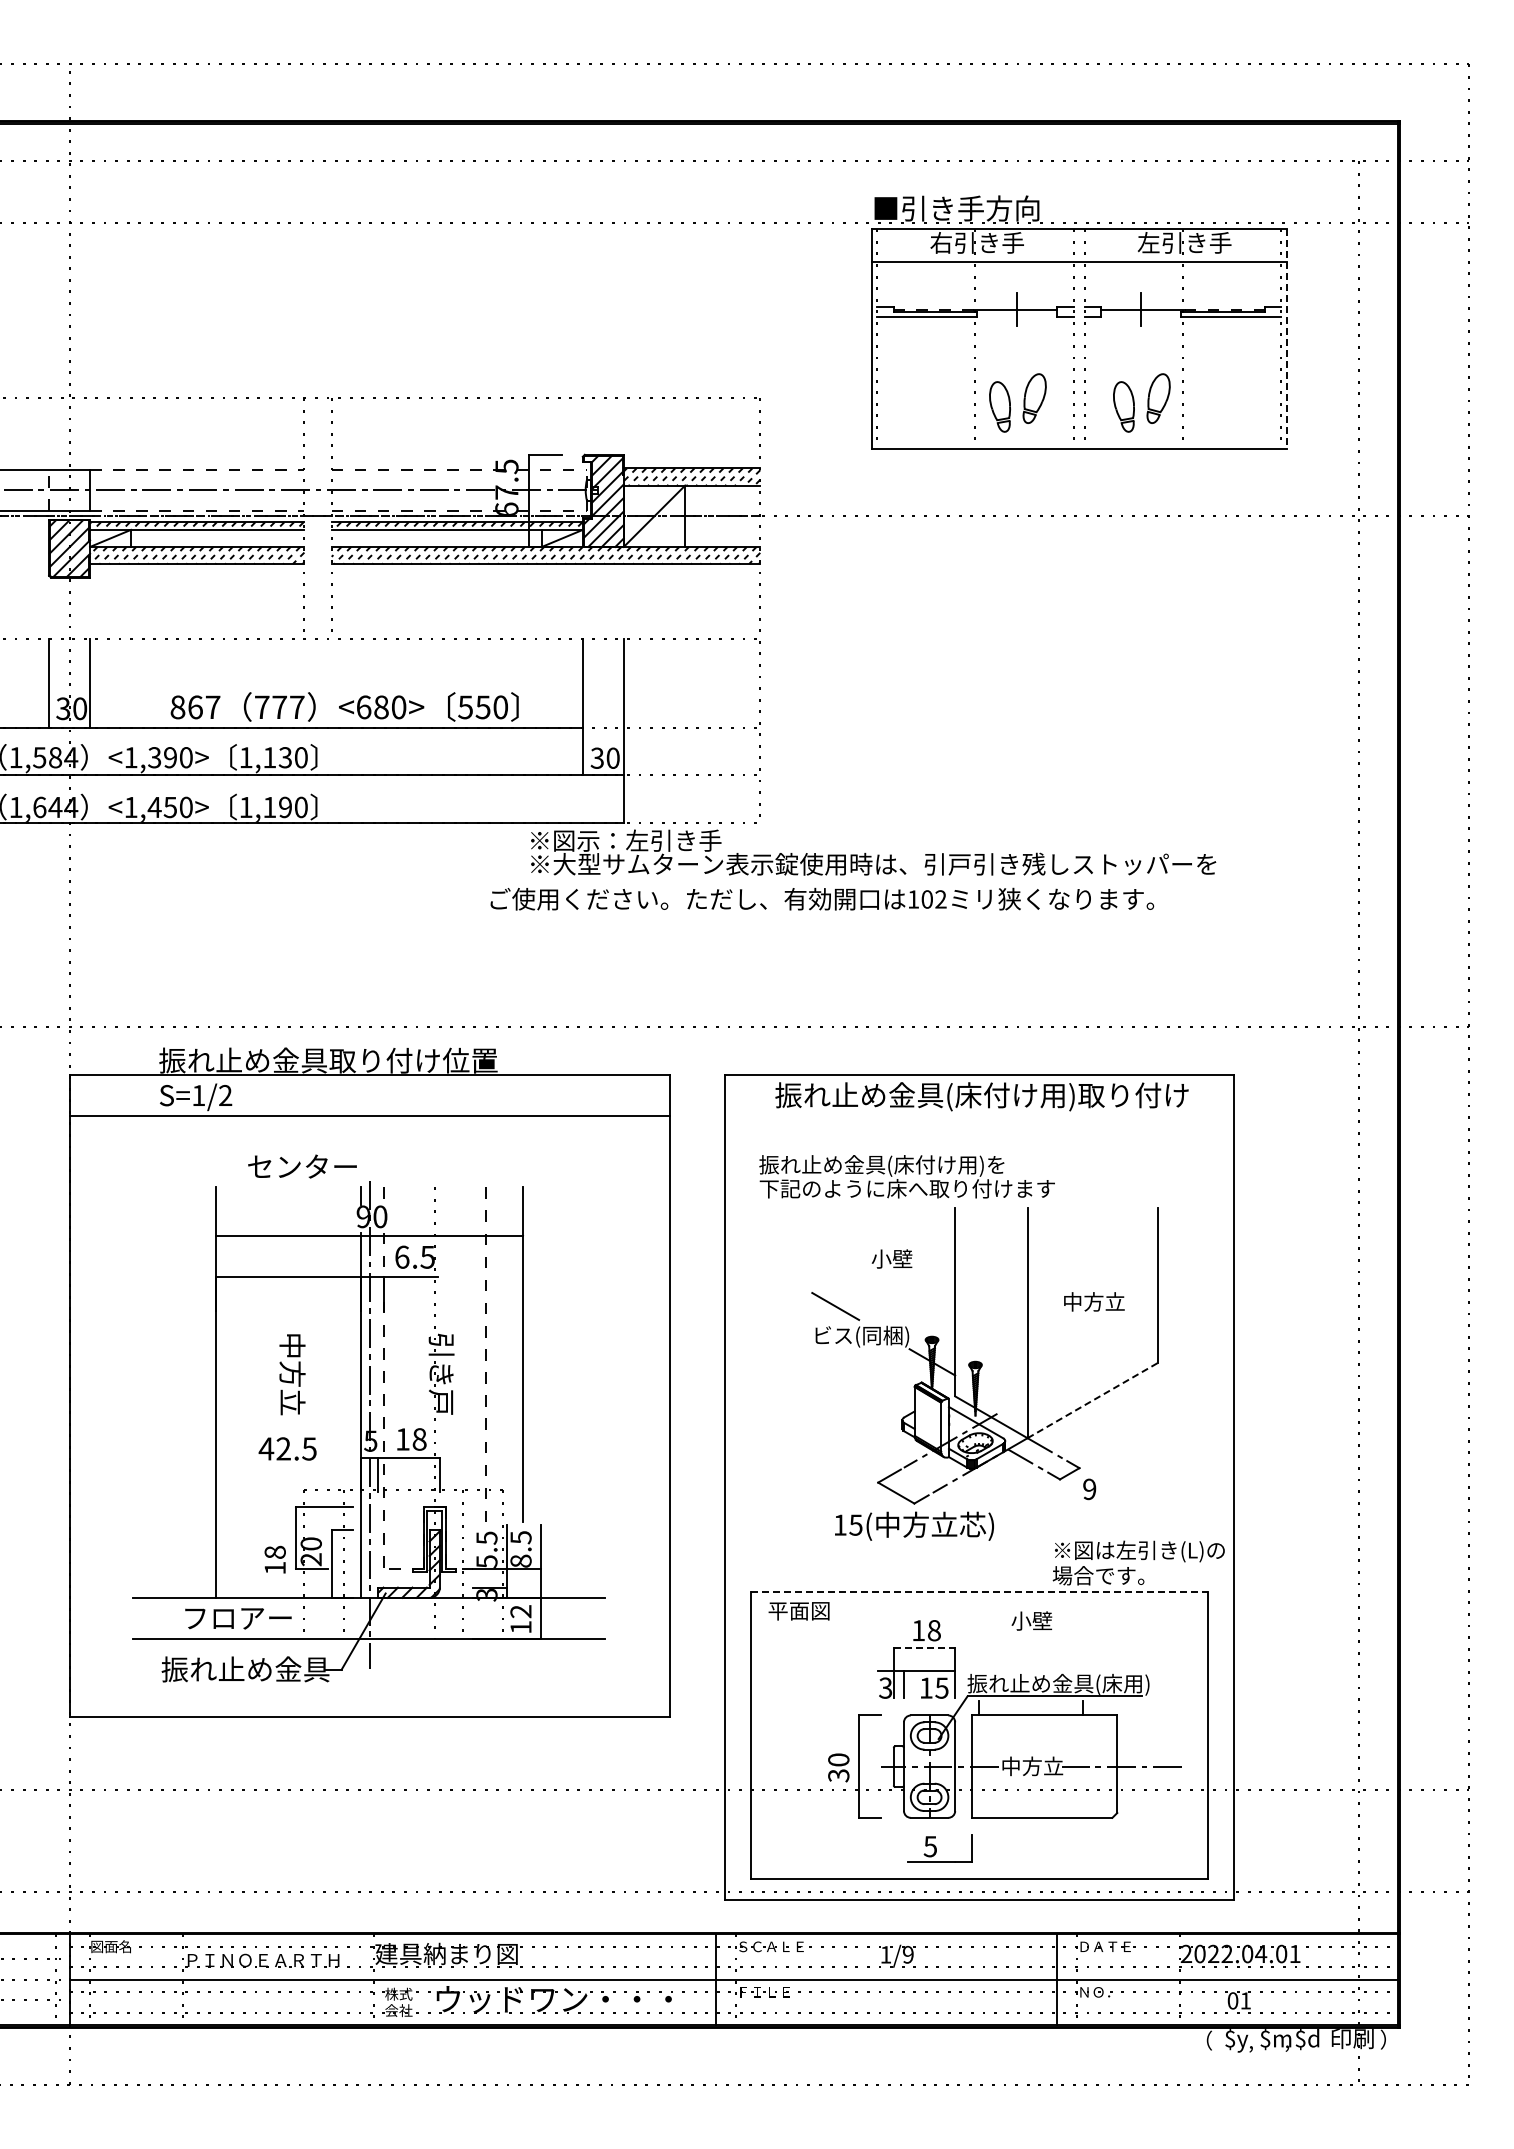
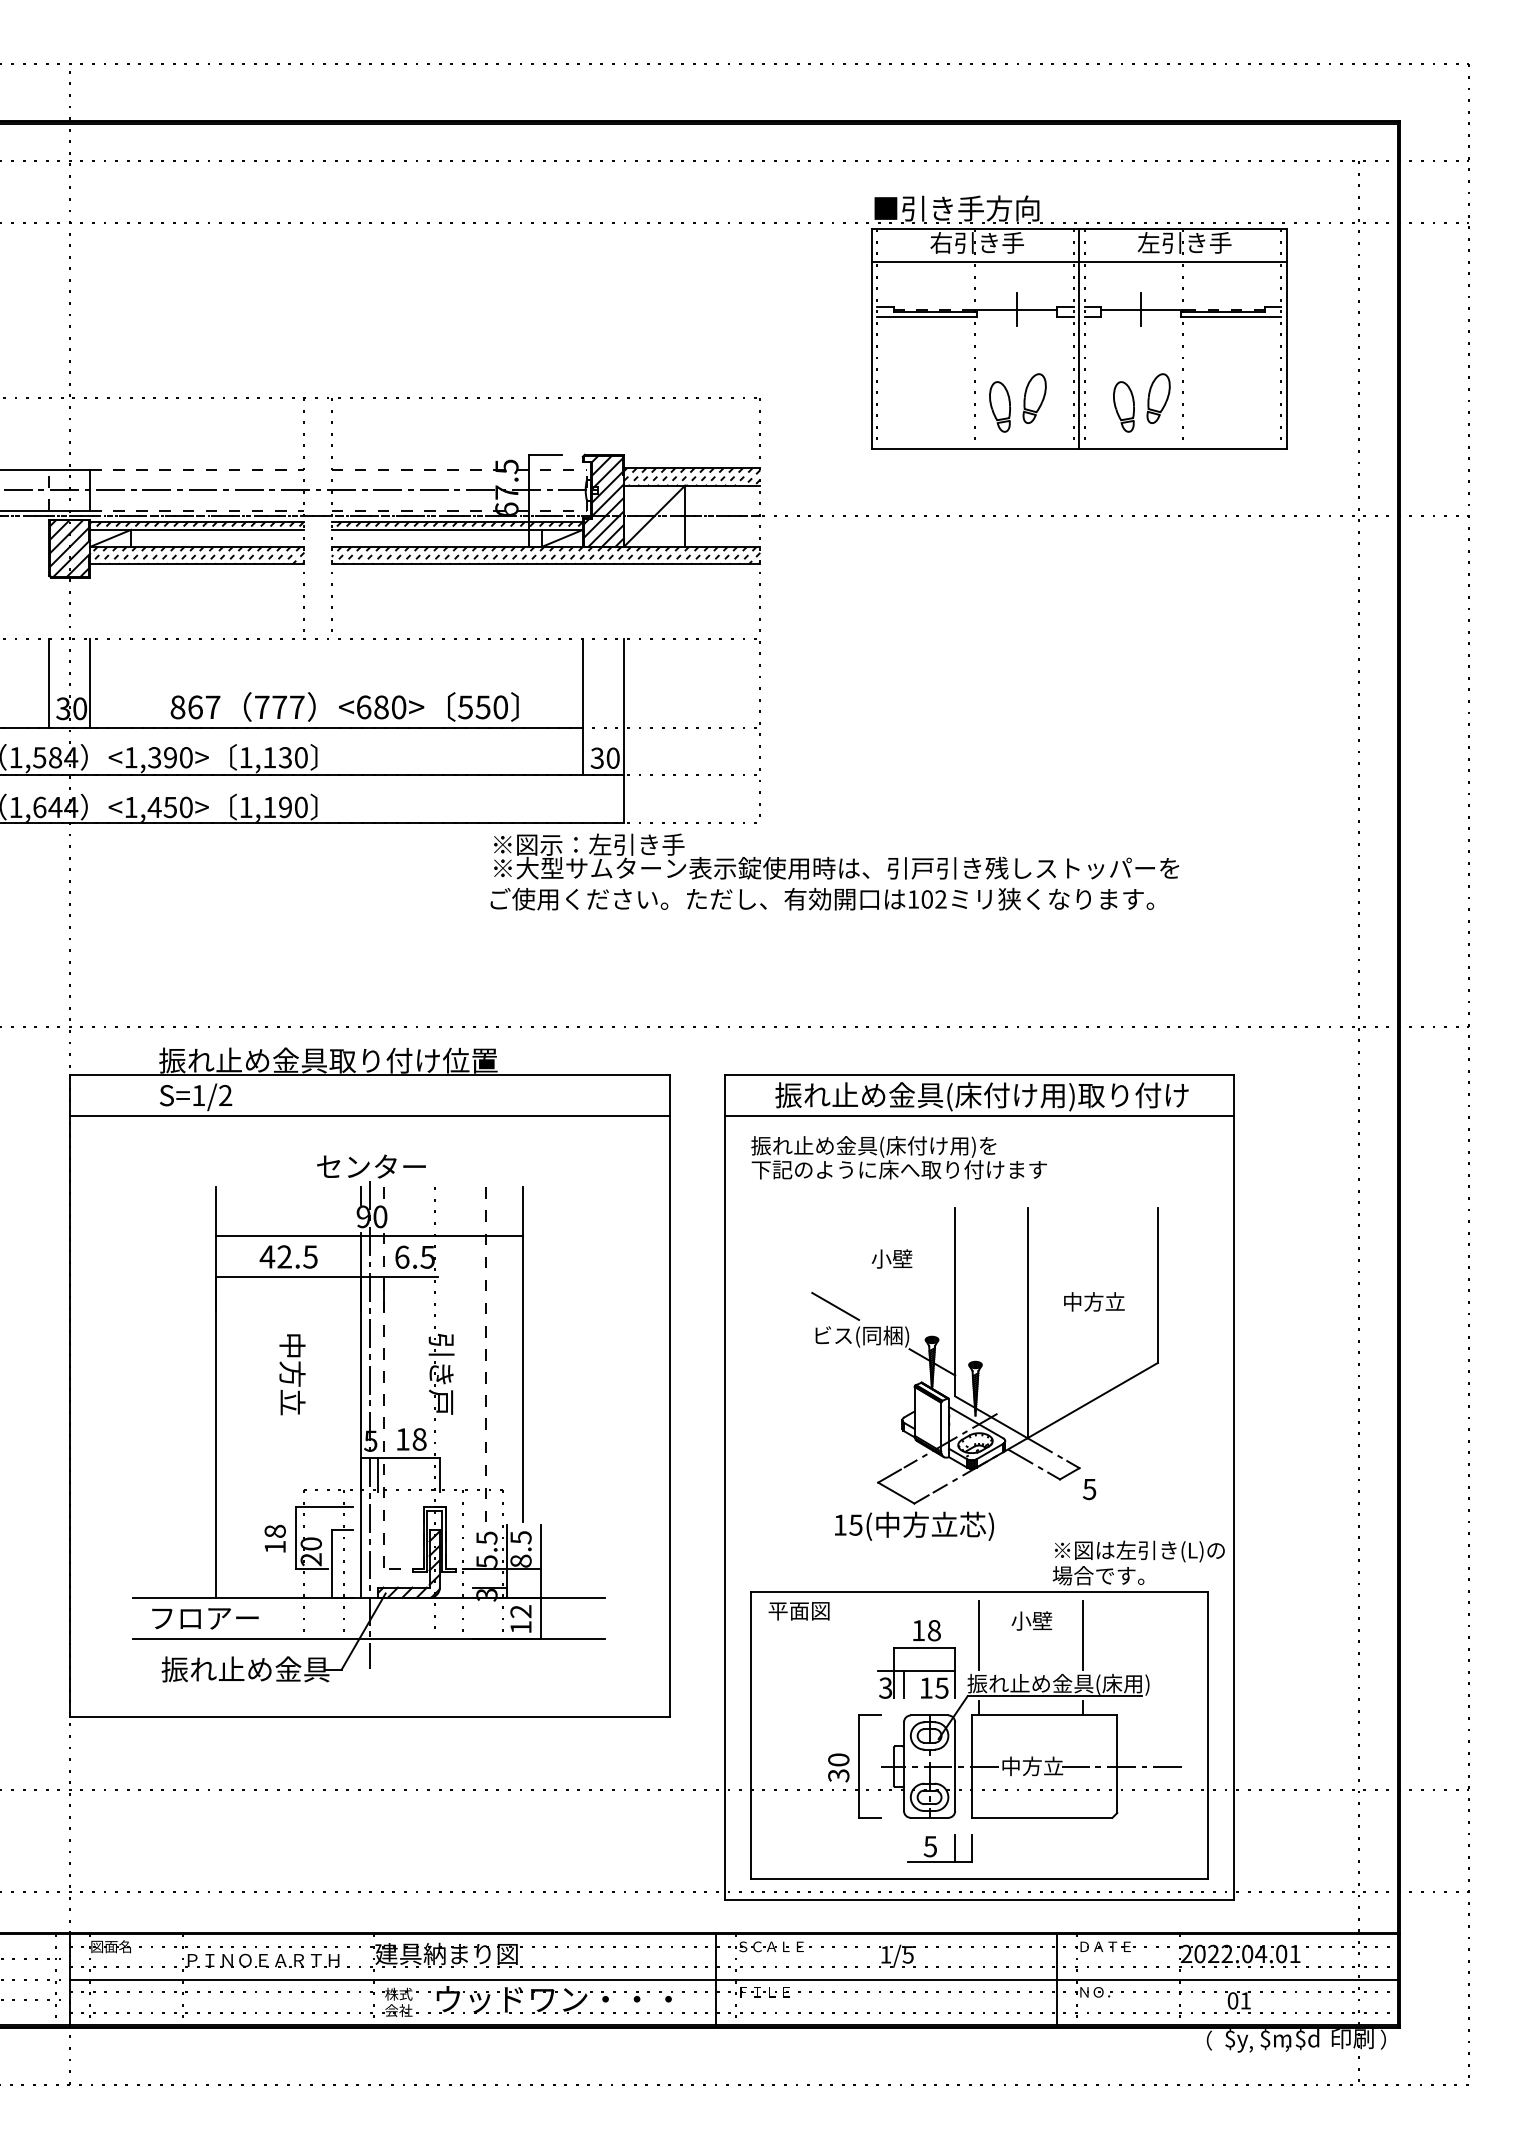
line at (1079, 339): none -> present
line at (1286, 339): dashed -> solid
text at (873, 852) position: (873, 852) -> (836, 856)
line at (978, 1116): none -> present
text at (302, 1166) position: (302, 1166) -> (371, 1166)
text at (906, 1176) position: (906, 1176) -> (898, 1157)
line at (1093, 1400): dashed -> solid
text at (287, 1448) position: (287, 1448) -> (288, 1256)
text at (1089, 1488): 9 -> 5
text at (274, 1559) position: (274, 1559) -> (274, 1538)
line at (979, 1592): dashed -> solid
text at (238, 1618) position: (238, 1618) -> (205, 1618)
line at (979, 1634): none -> present
line at (1083, 1634): none -> present
line at (924, 1647): dashed -> solid
line at (955, 1848): none -> present
text at (907, 1954): 1/9 -> 1/5
